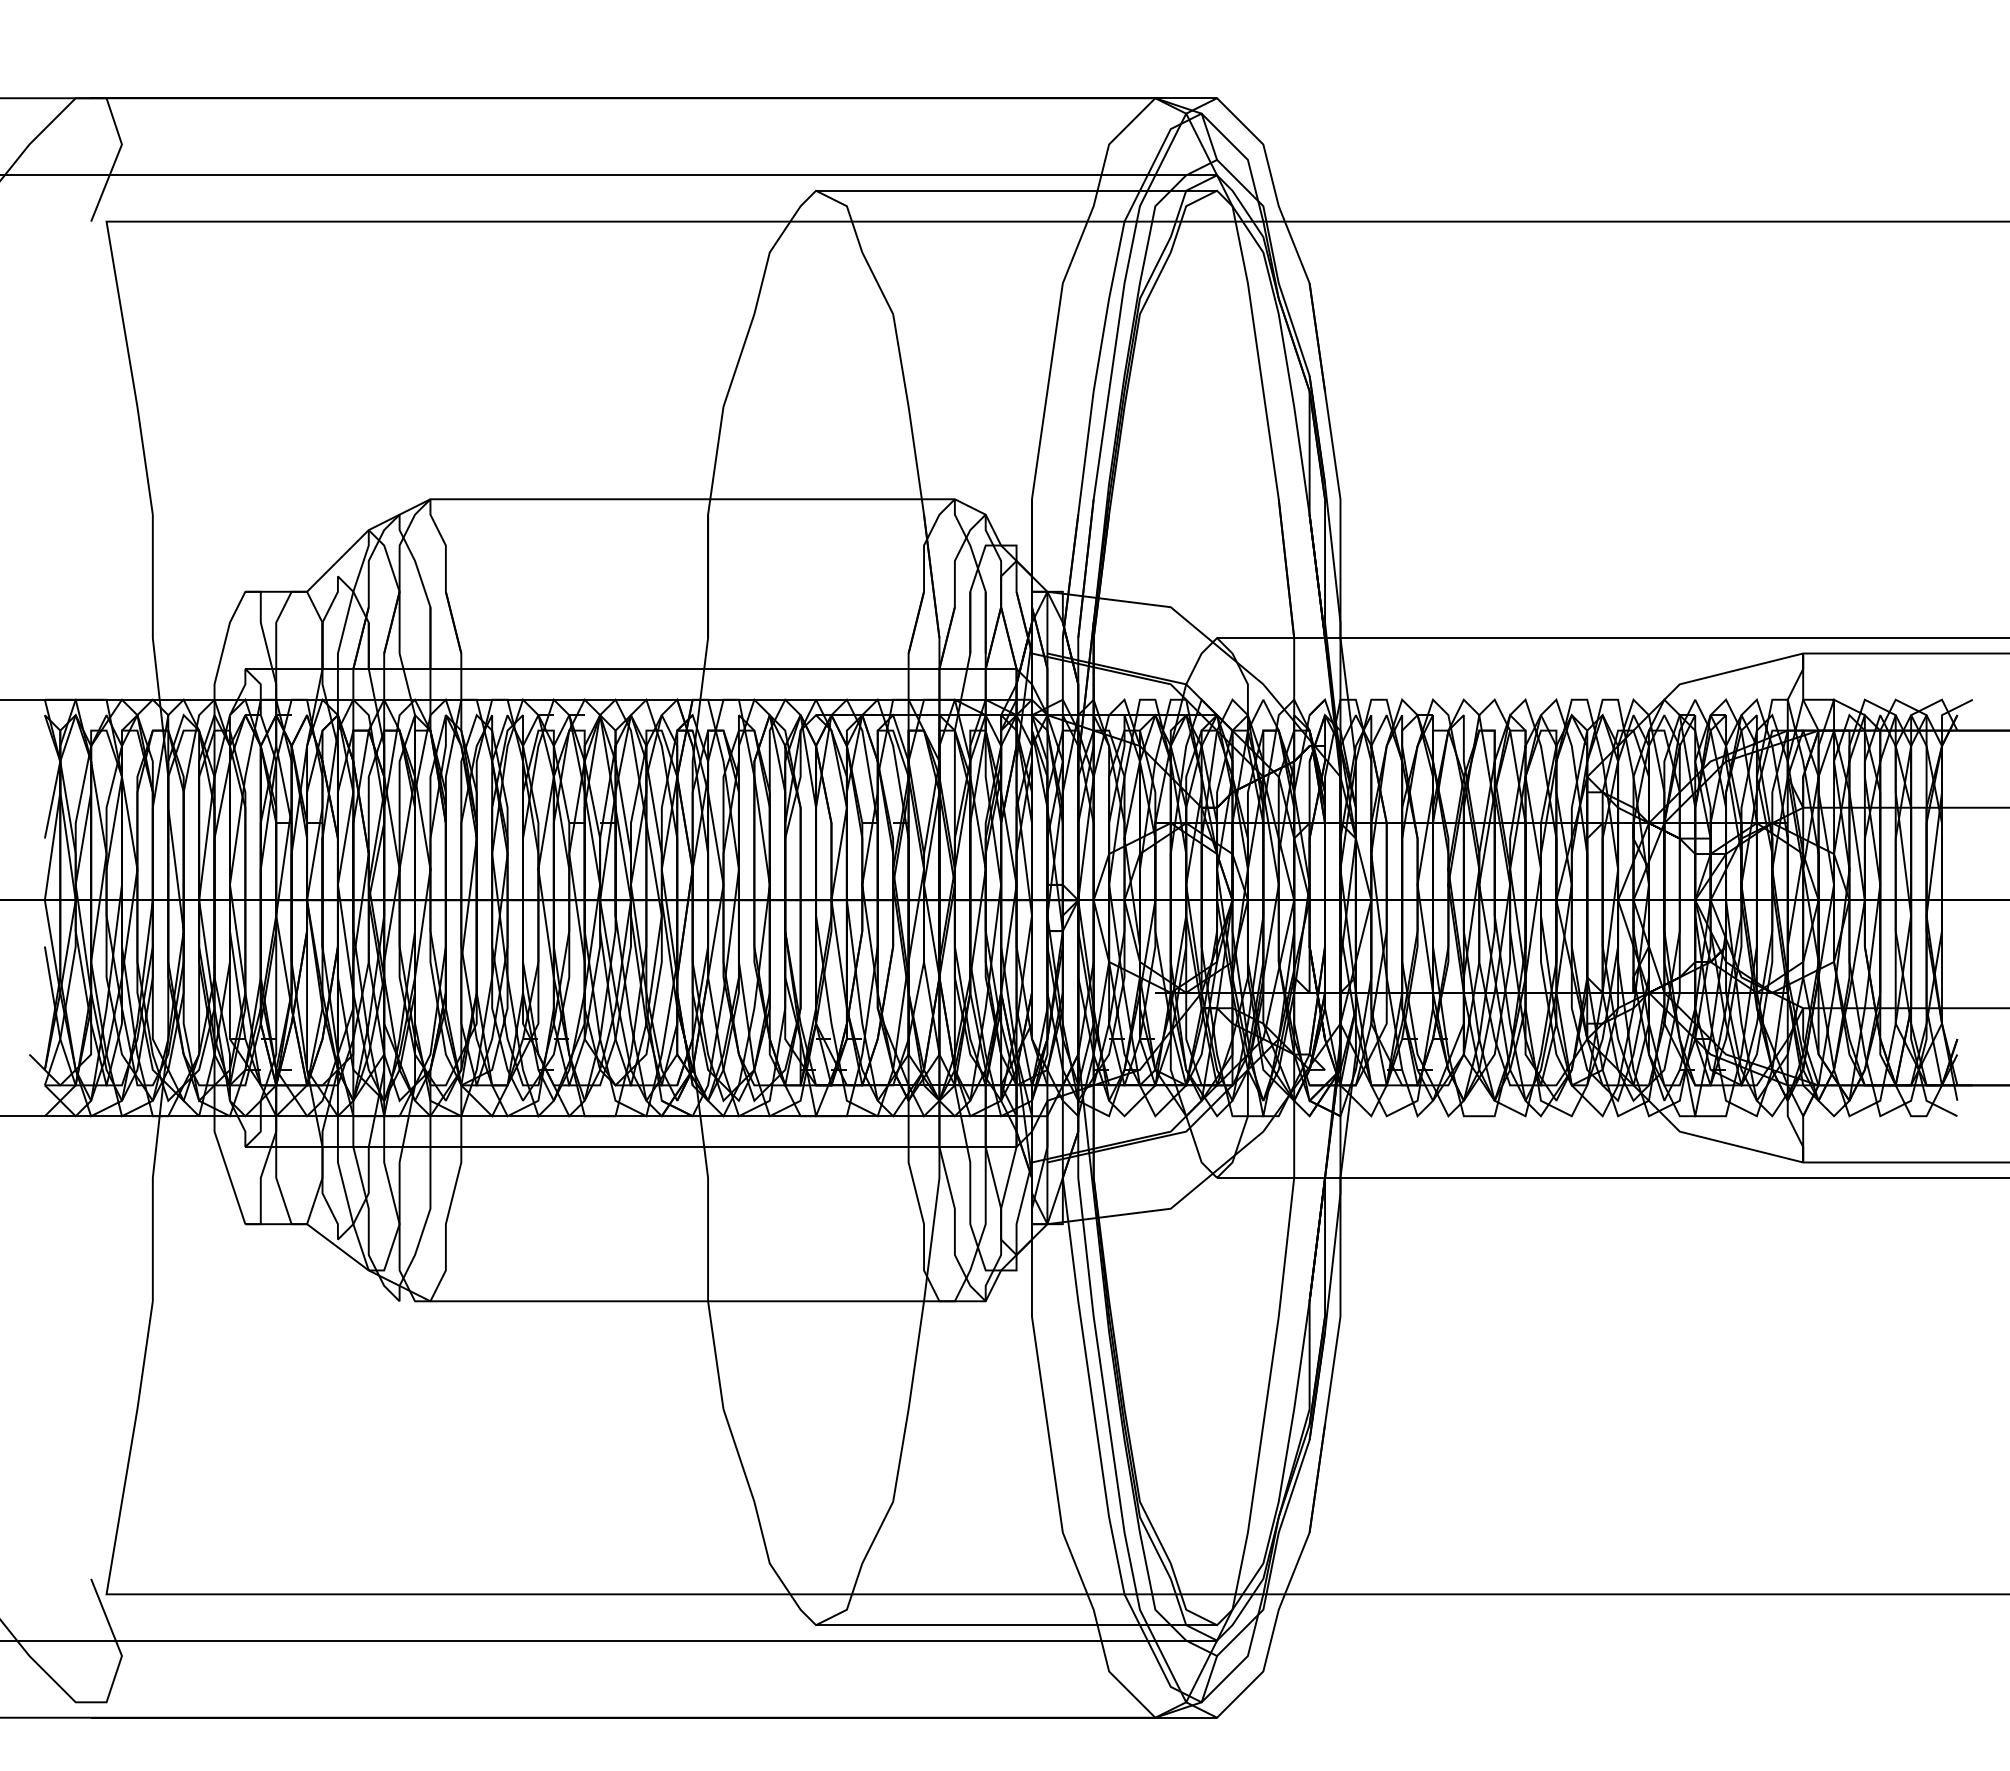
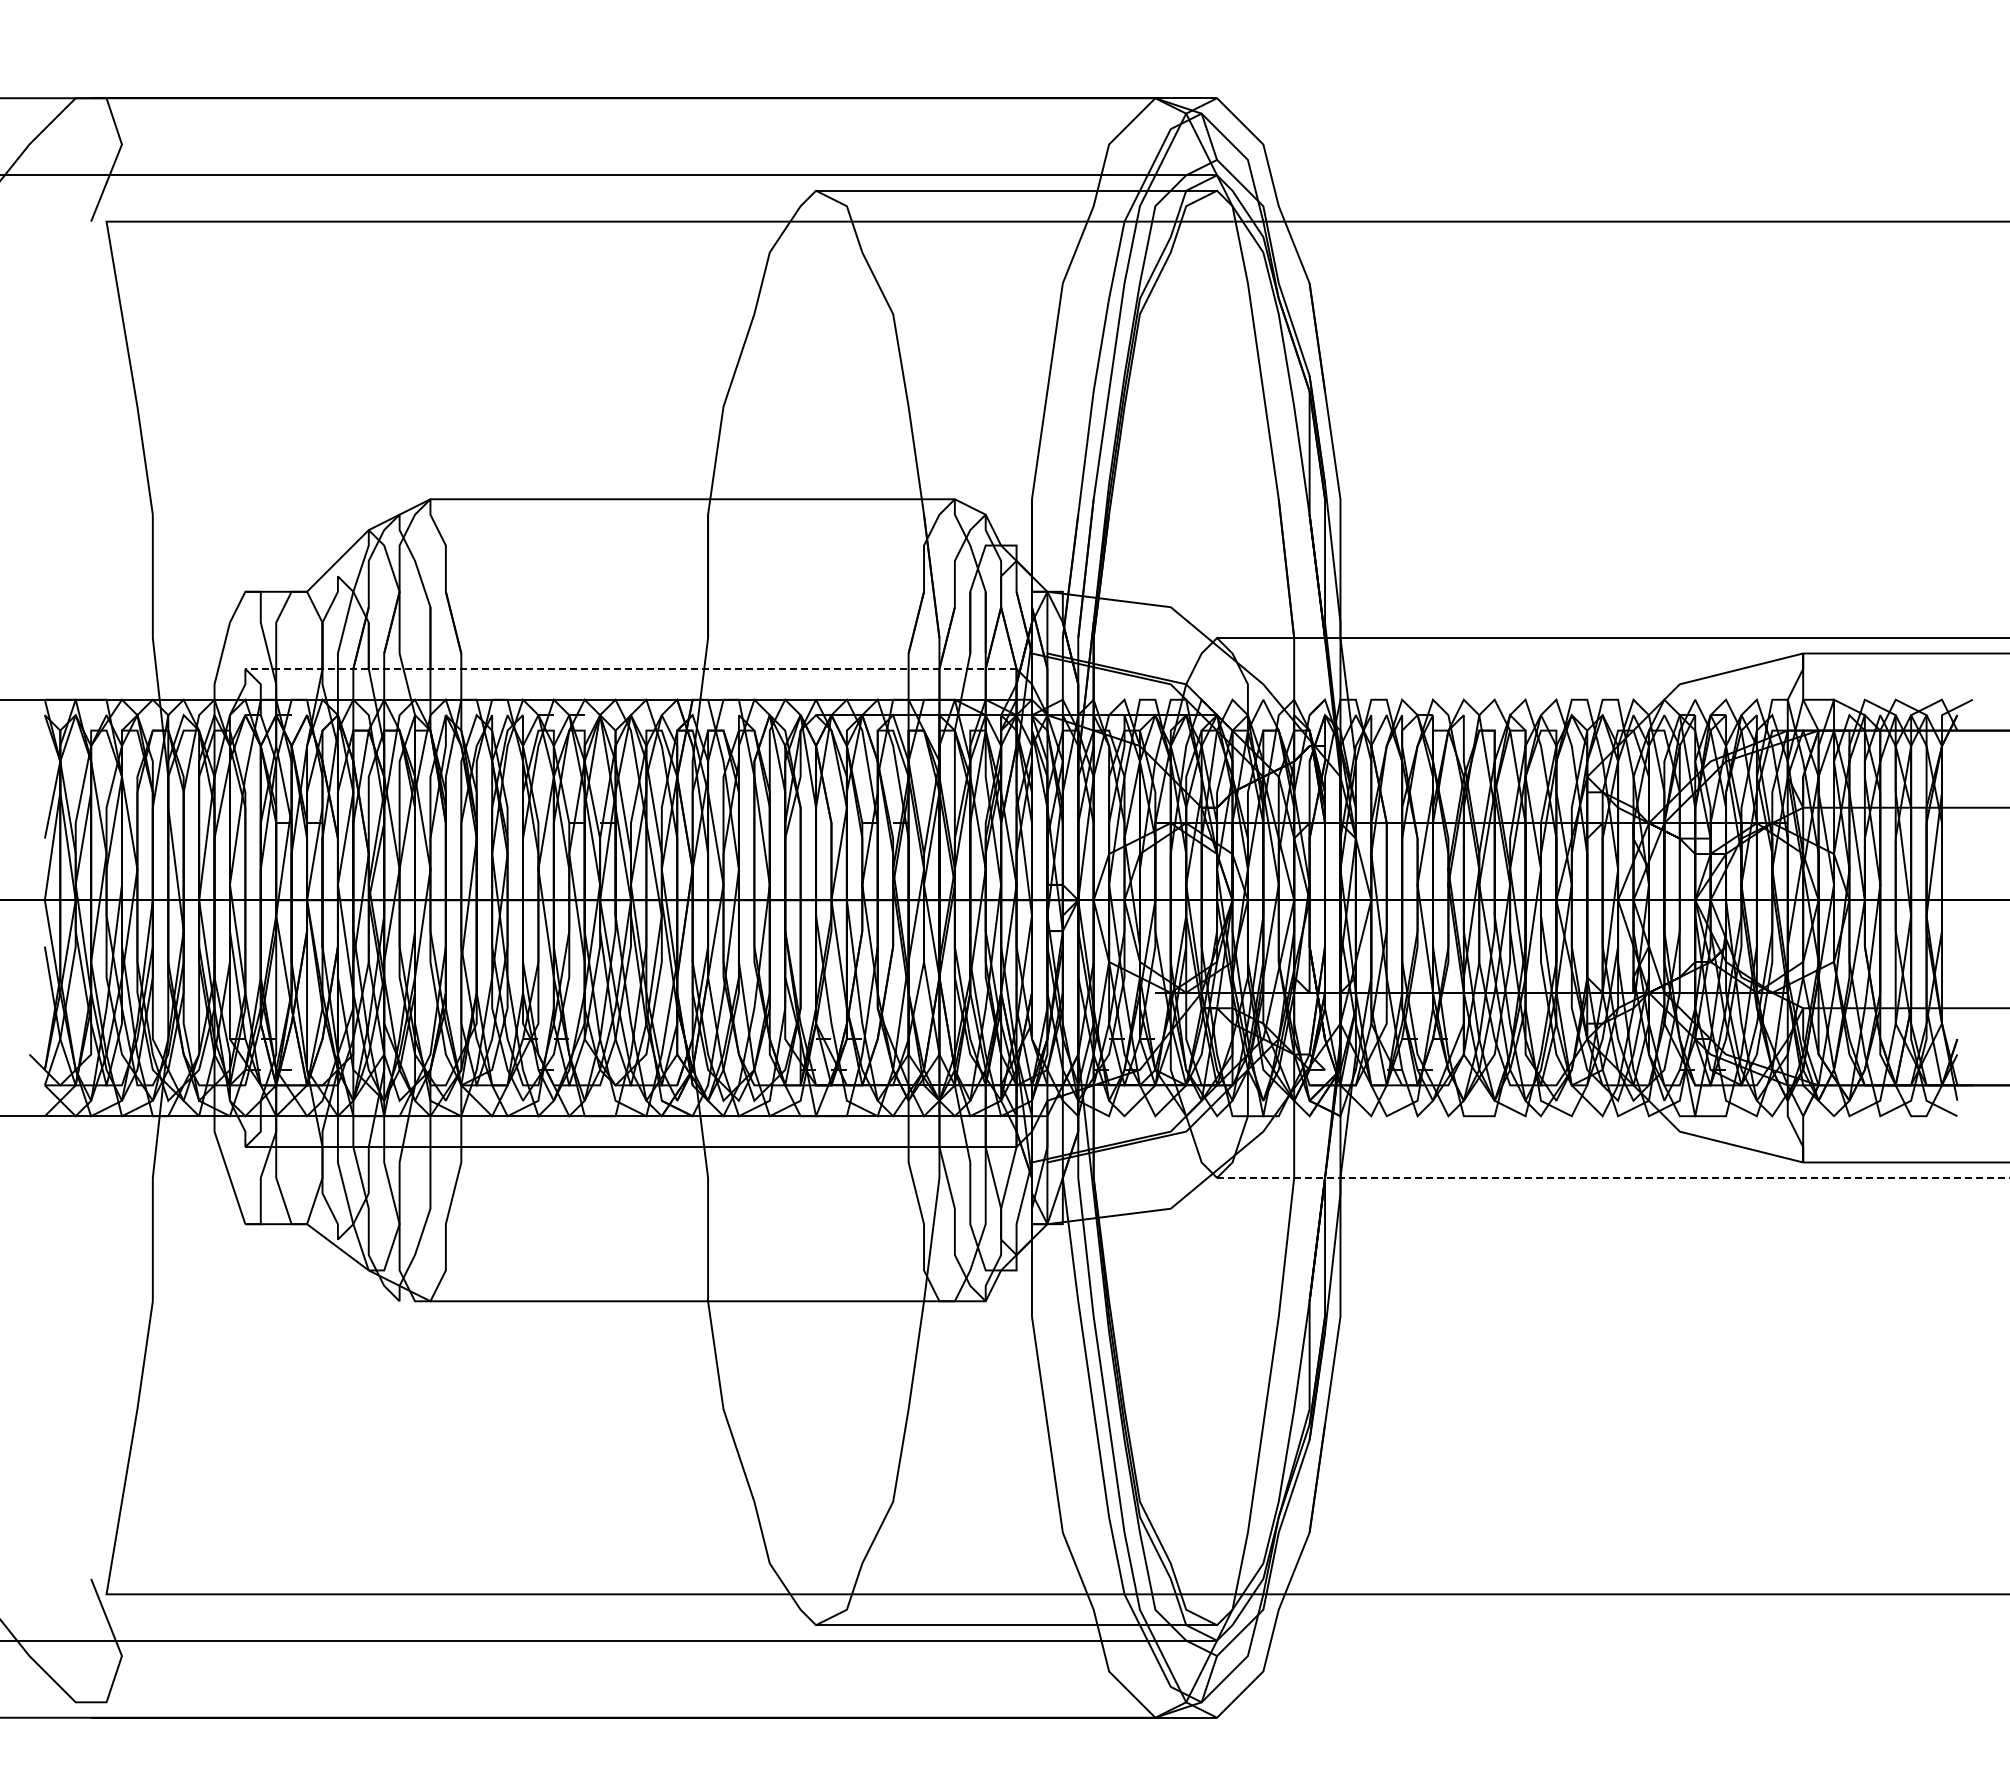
line at (630, 668): solid -> dashed
line at (1614, 1177): solid -> dashed
